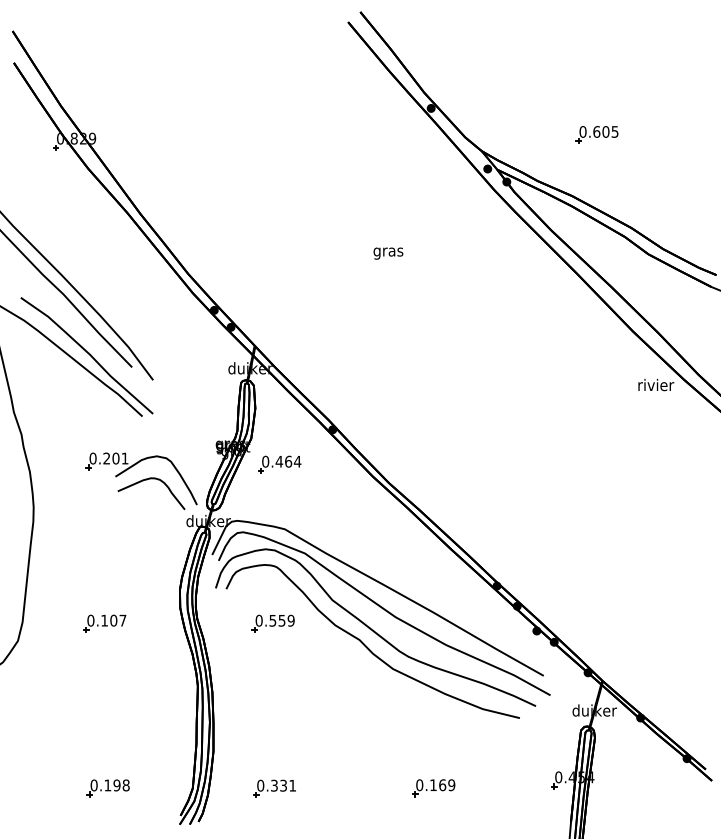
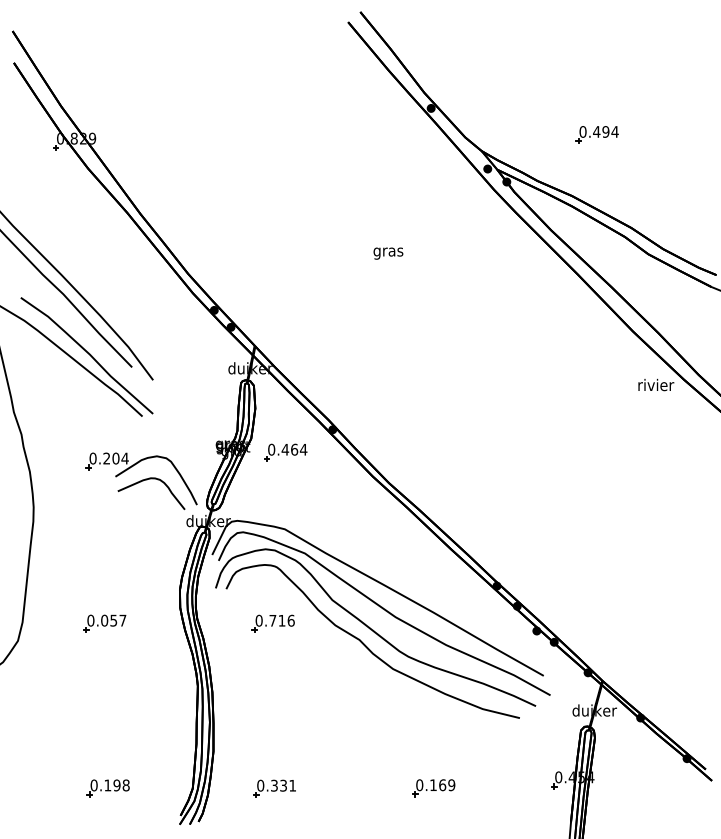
text at (605, 131): 0.605 -> 0.494
text at (124, 458): 0.201 -> 0.204
part at (279, 464) position: (279, 464) -> (285, 452)
text at (109, 620): 0.107 -> 0.057
text at (281, 620): 0.559 -> 0.716
